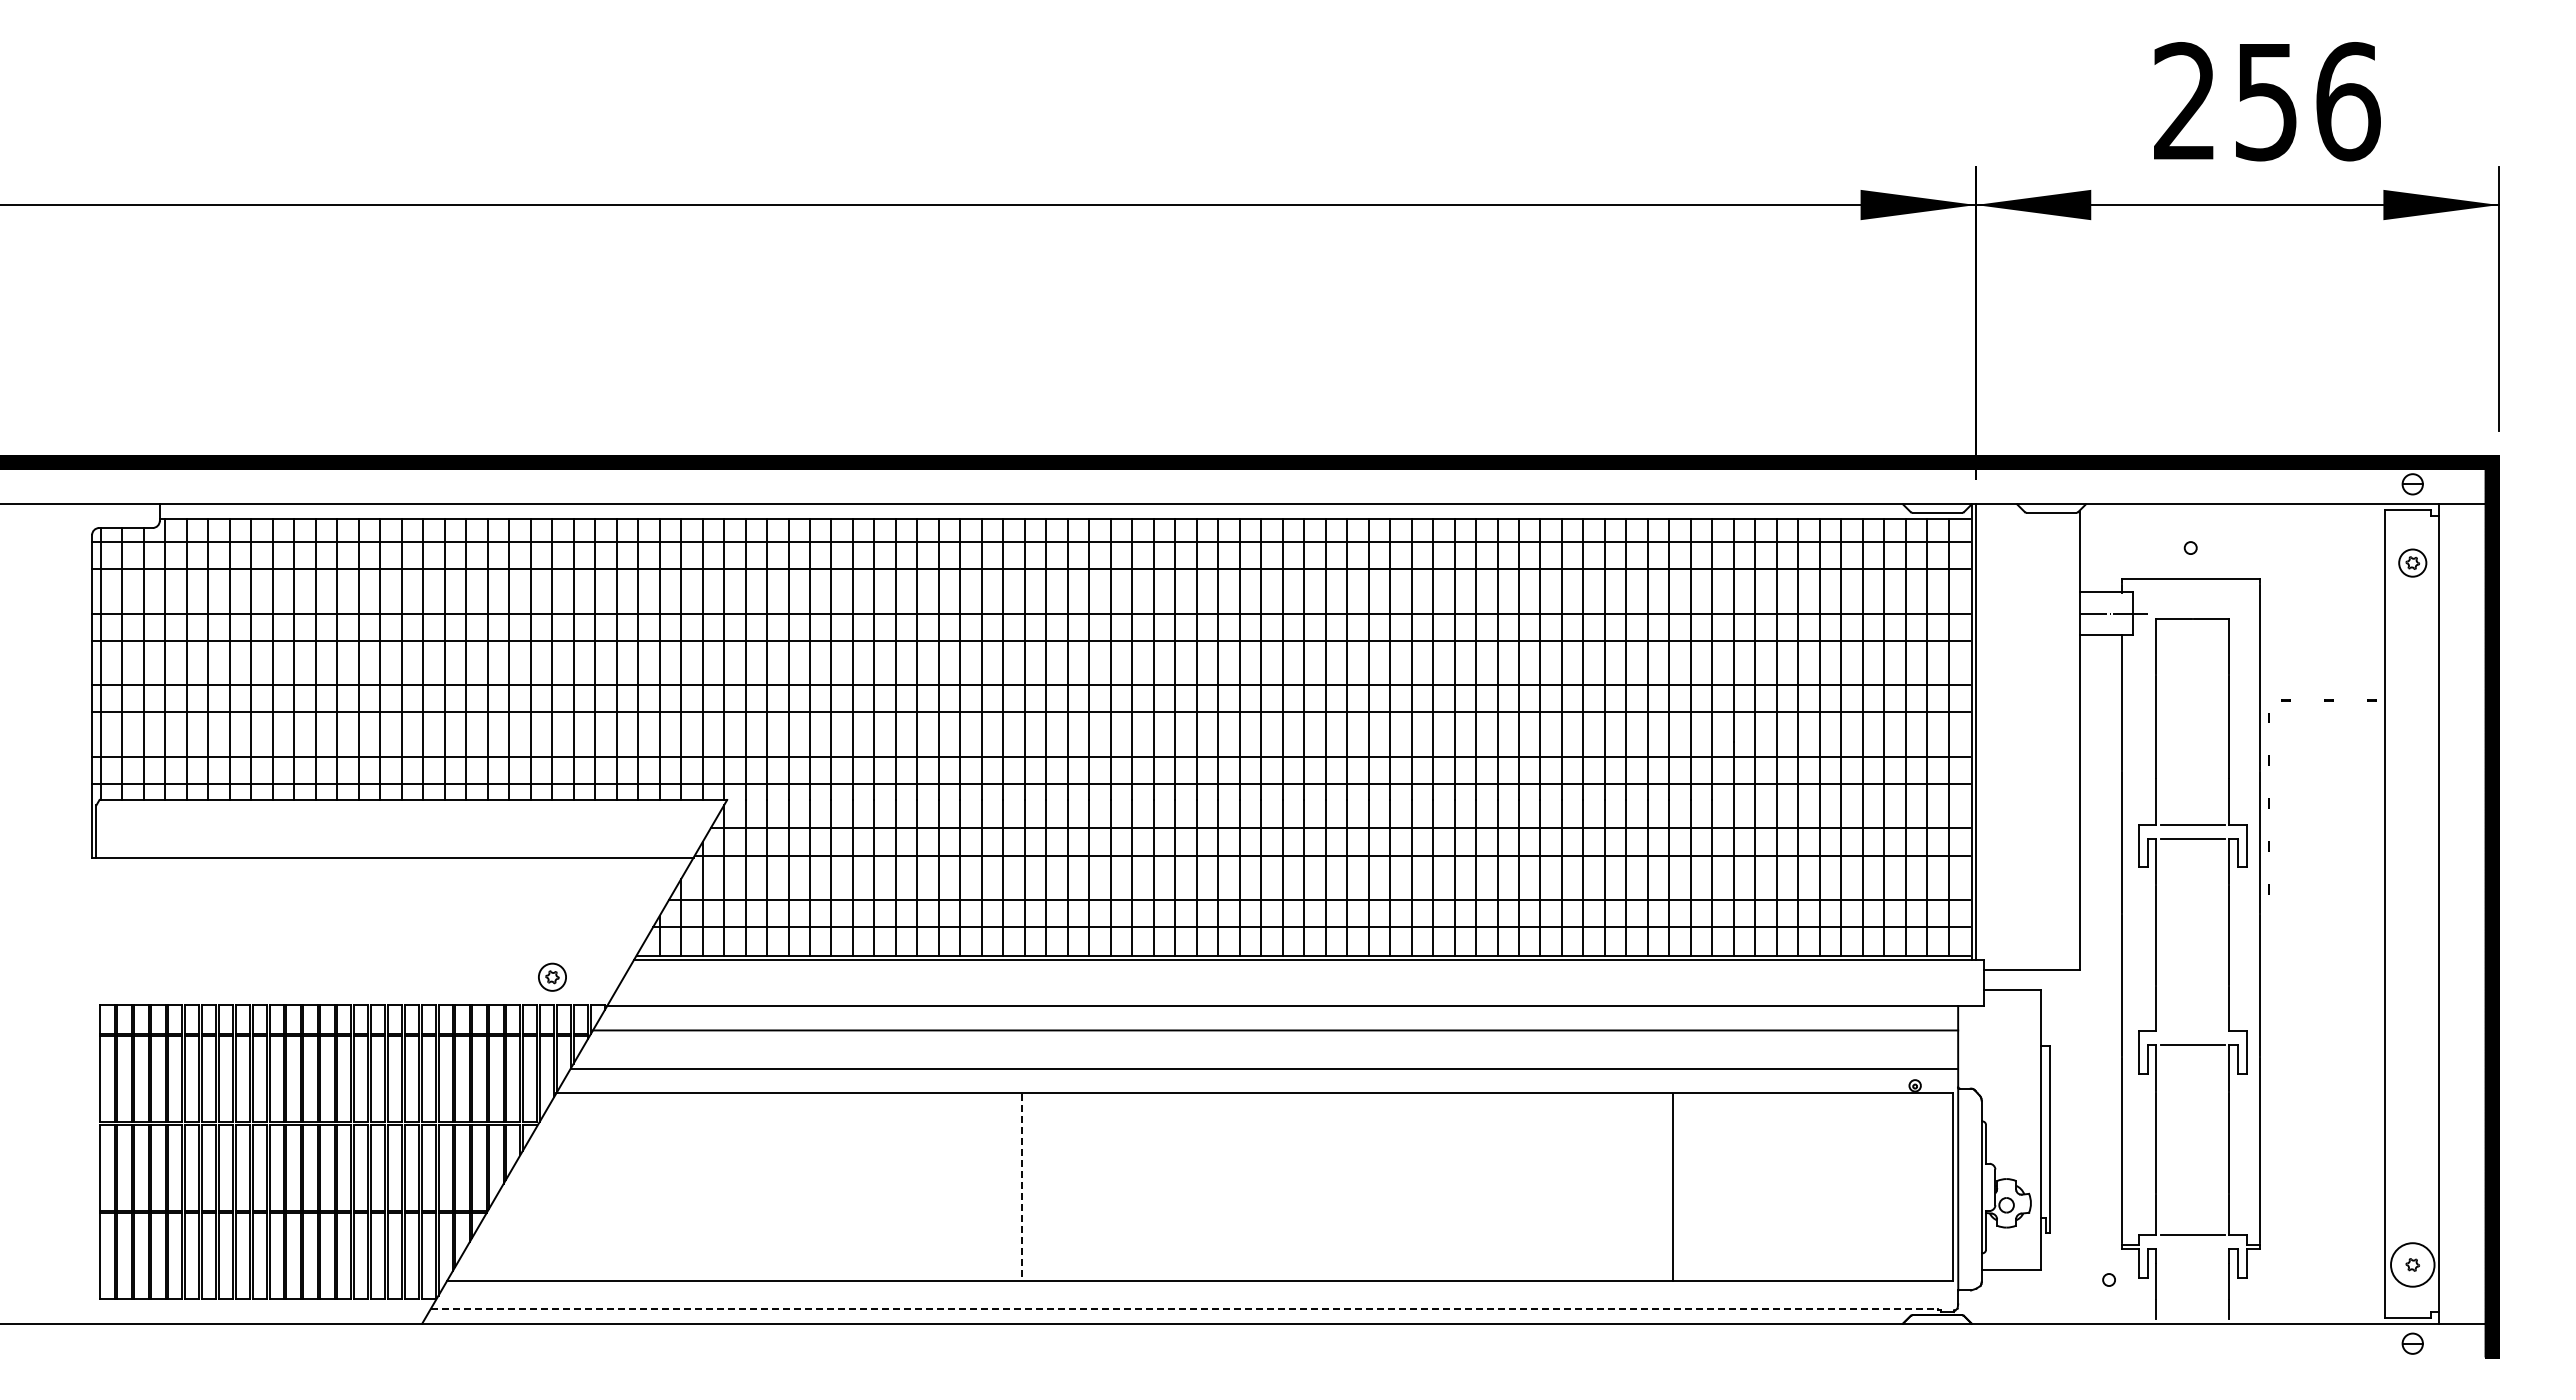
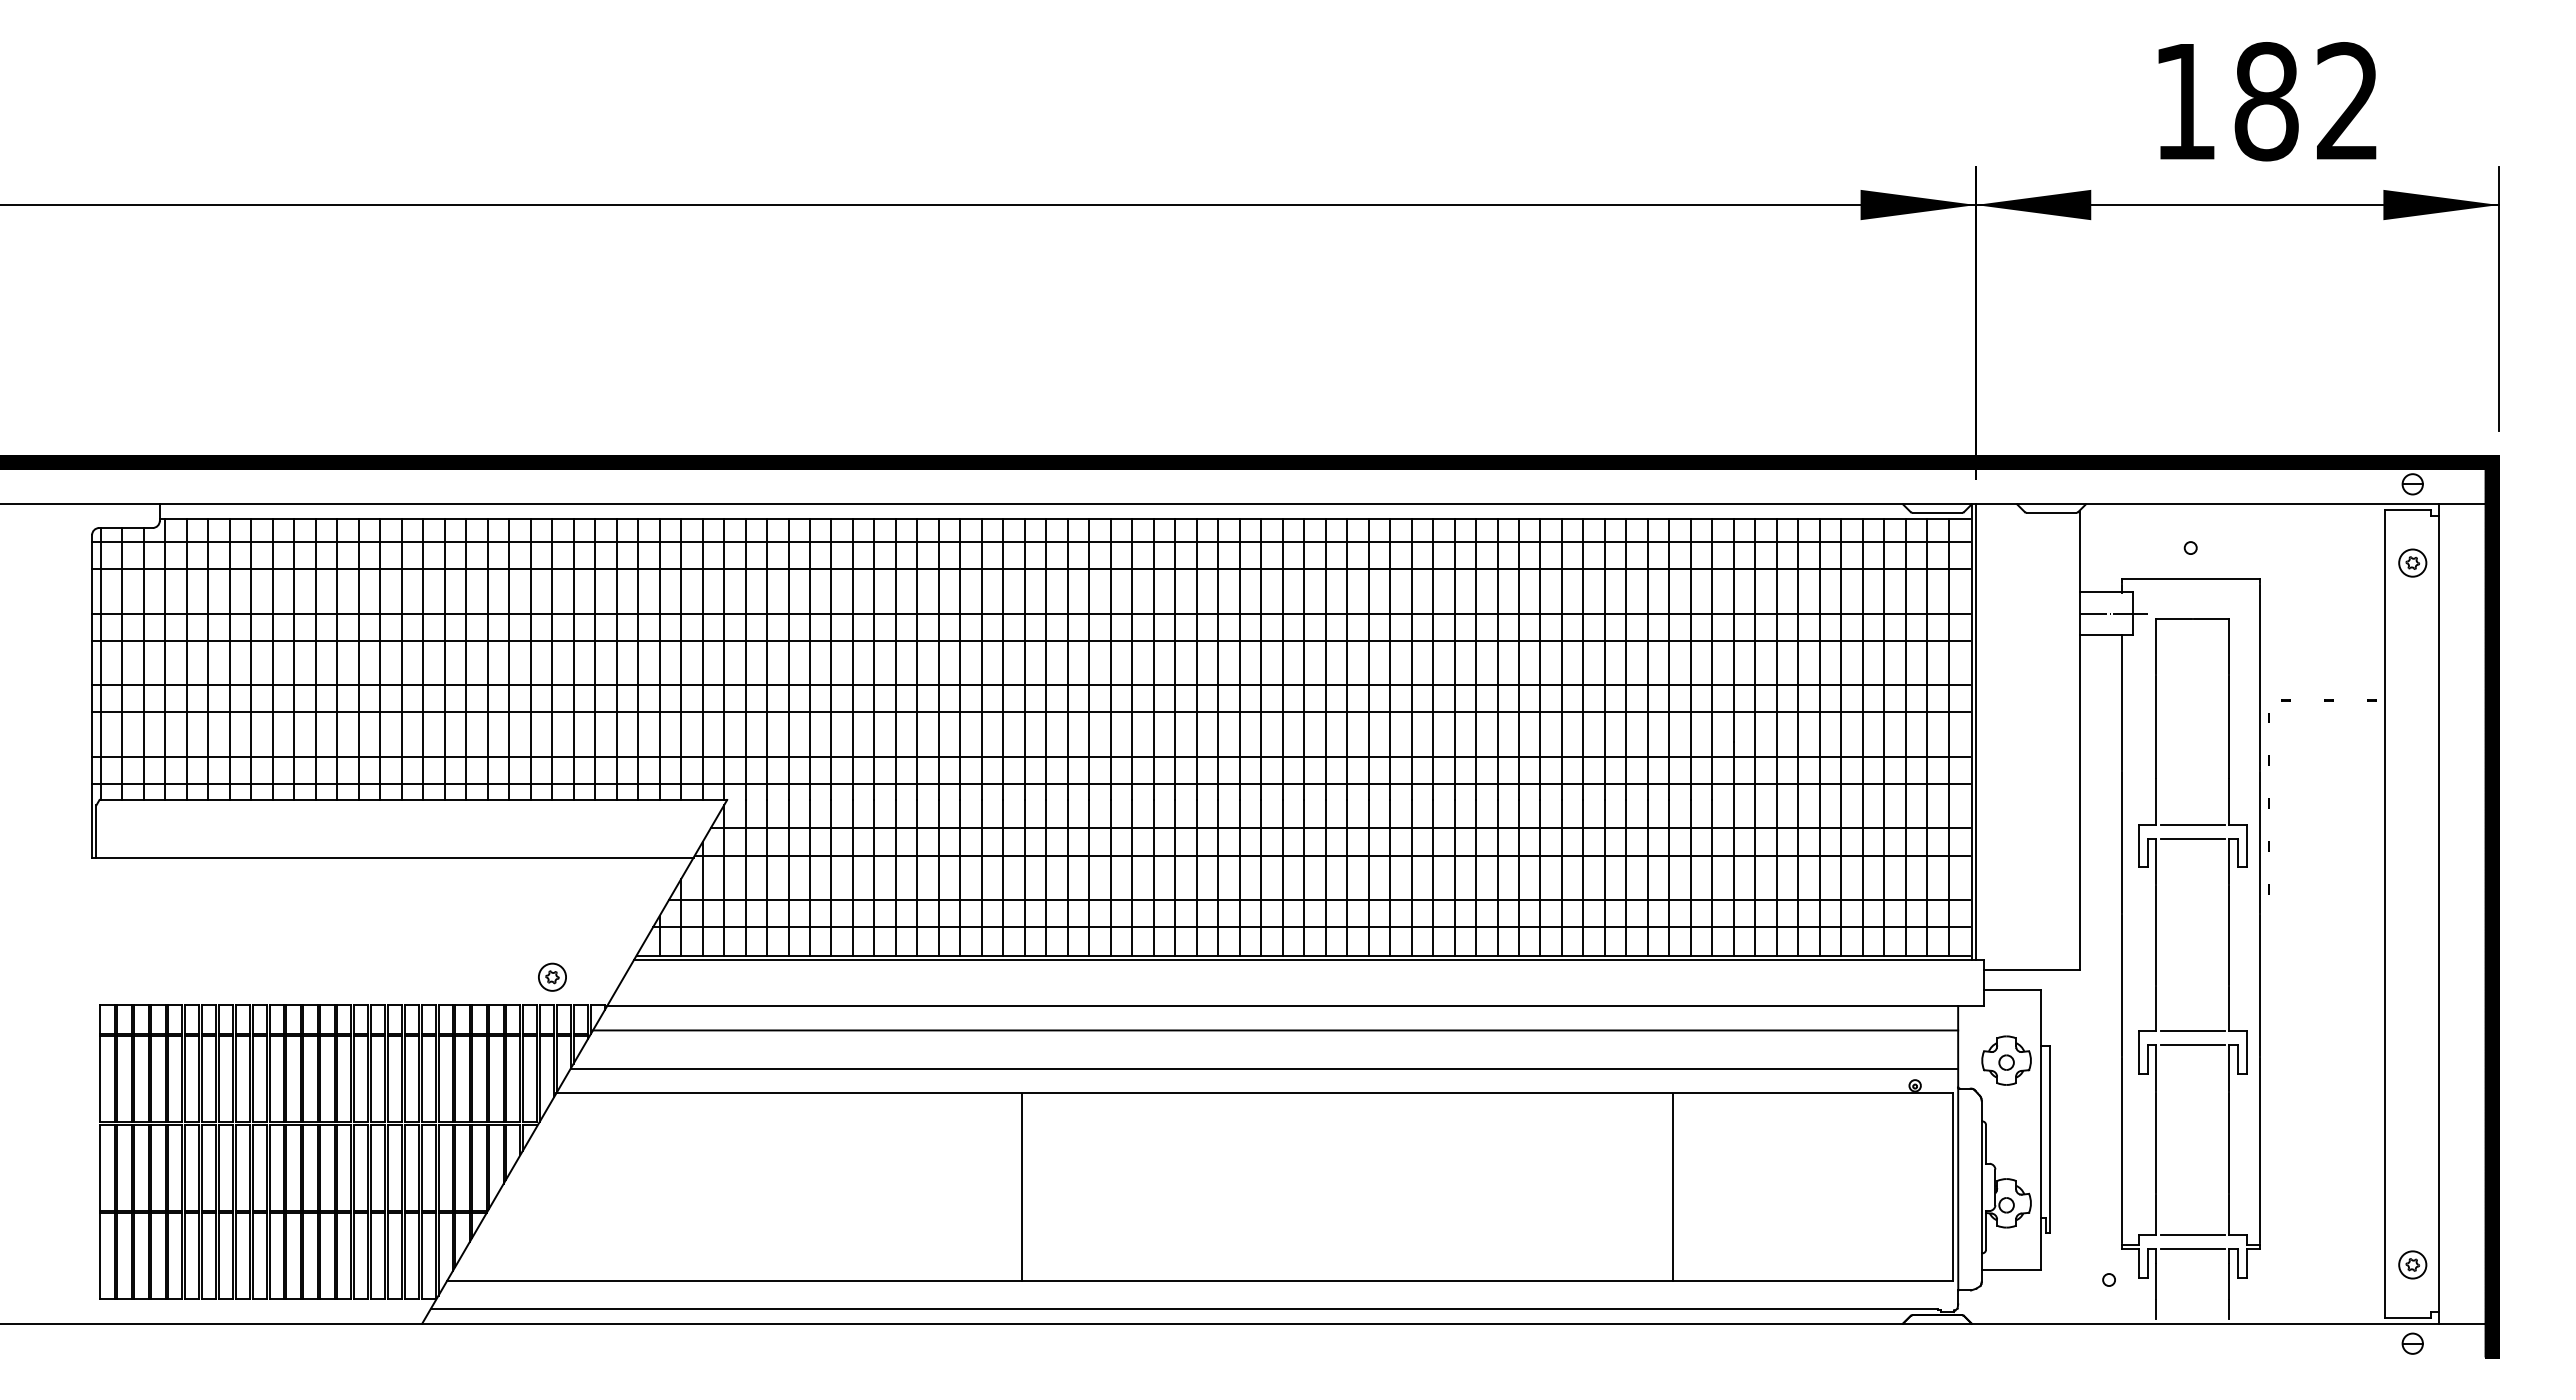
text at (2267, 101): 256 -> 182
line at (2192, 1030): none -> present
part at (2006, 1060): none -> present
line at (1021, 1187): dashed -> solid
line at (2192, 1249): none -> present
circle at (2412, 1264) diameter: 44 px -> 27 px
line at (1184, 1309): dashed -> solid
